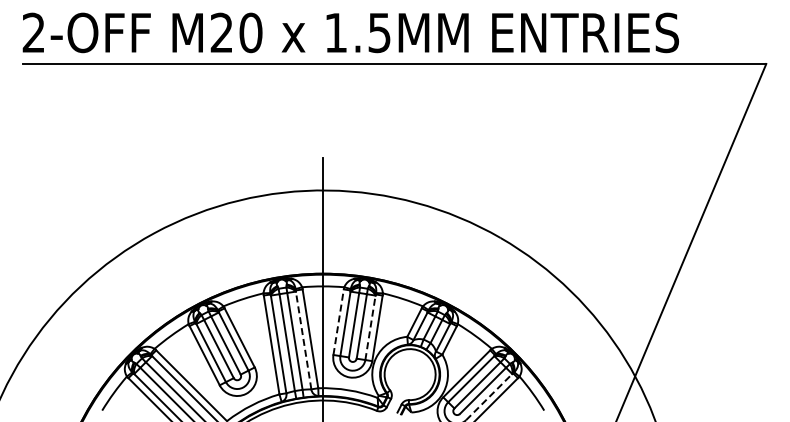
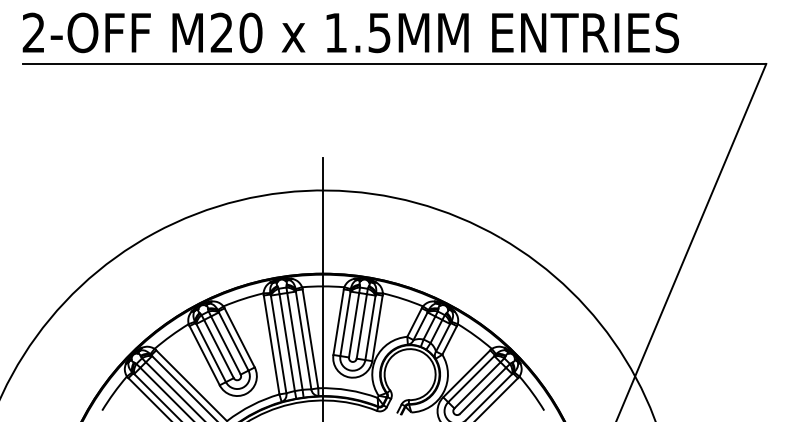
line at (338, 321): dashed -> solid
line at (370, 327): dashed -> solid
line at (303, 339): dashed -> solid
line at (489, 397): dashed -> solid
